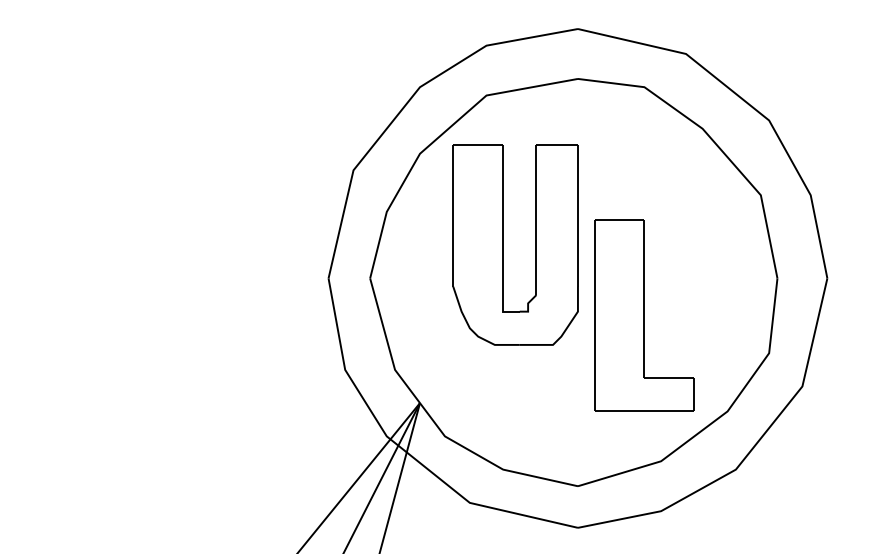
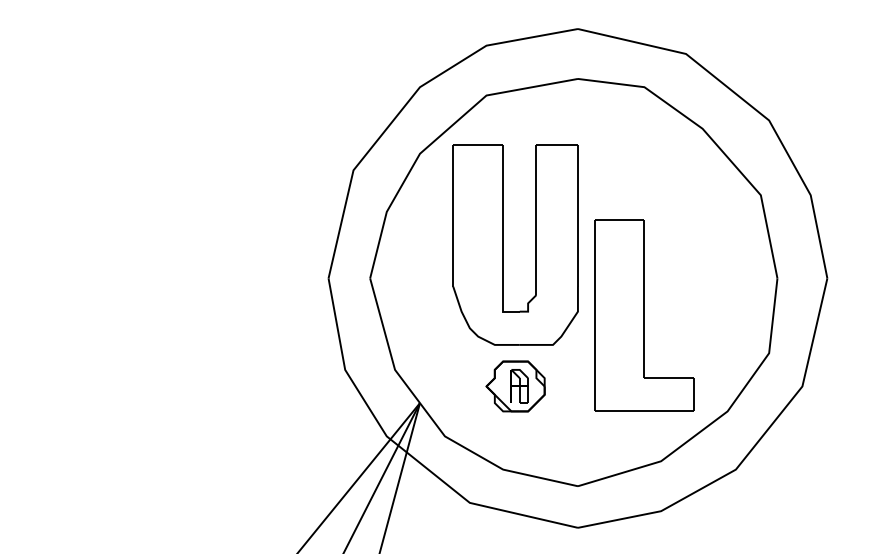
part at (515, 386): none -> present
